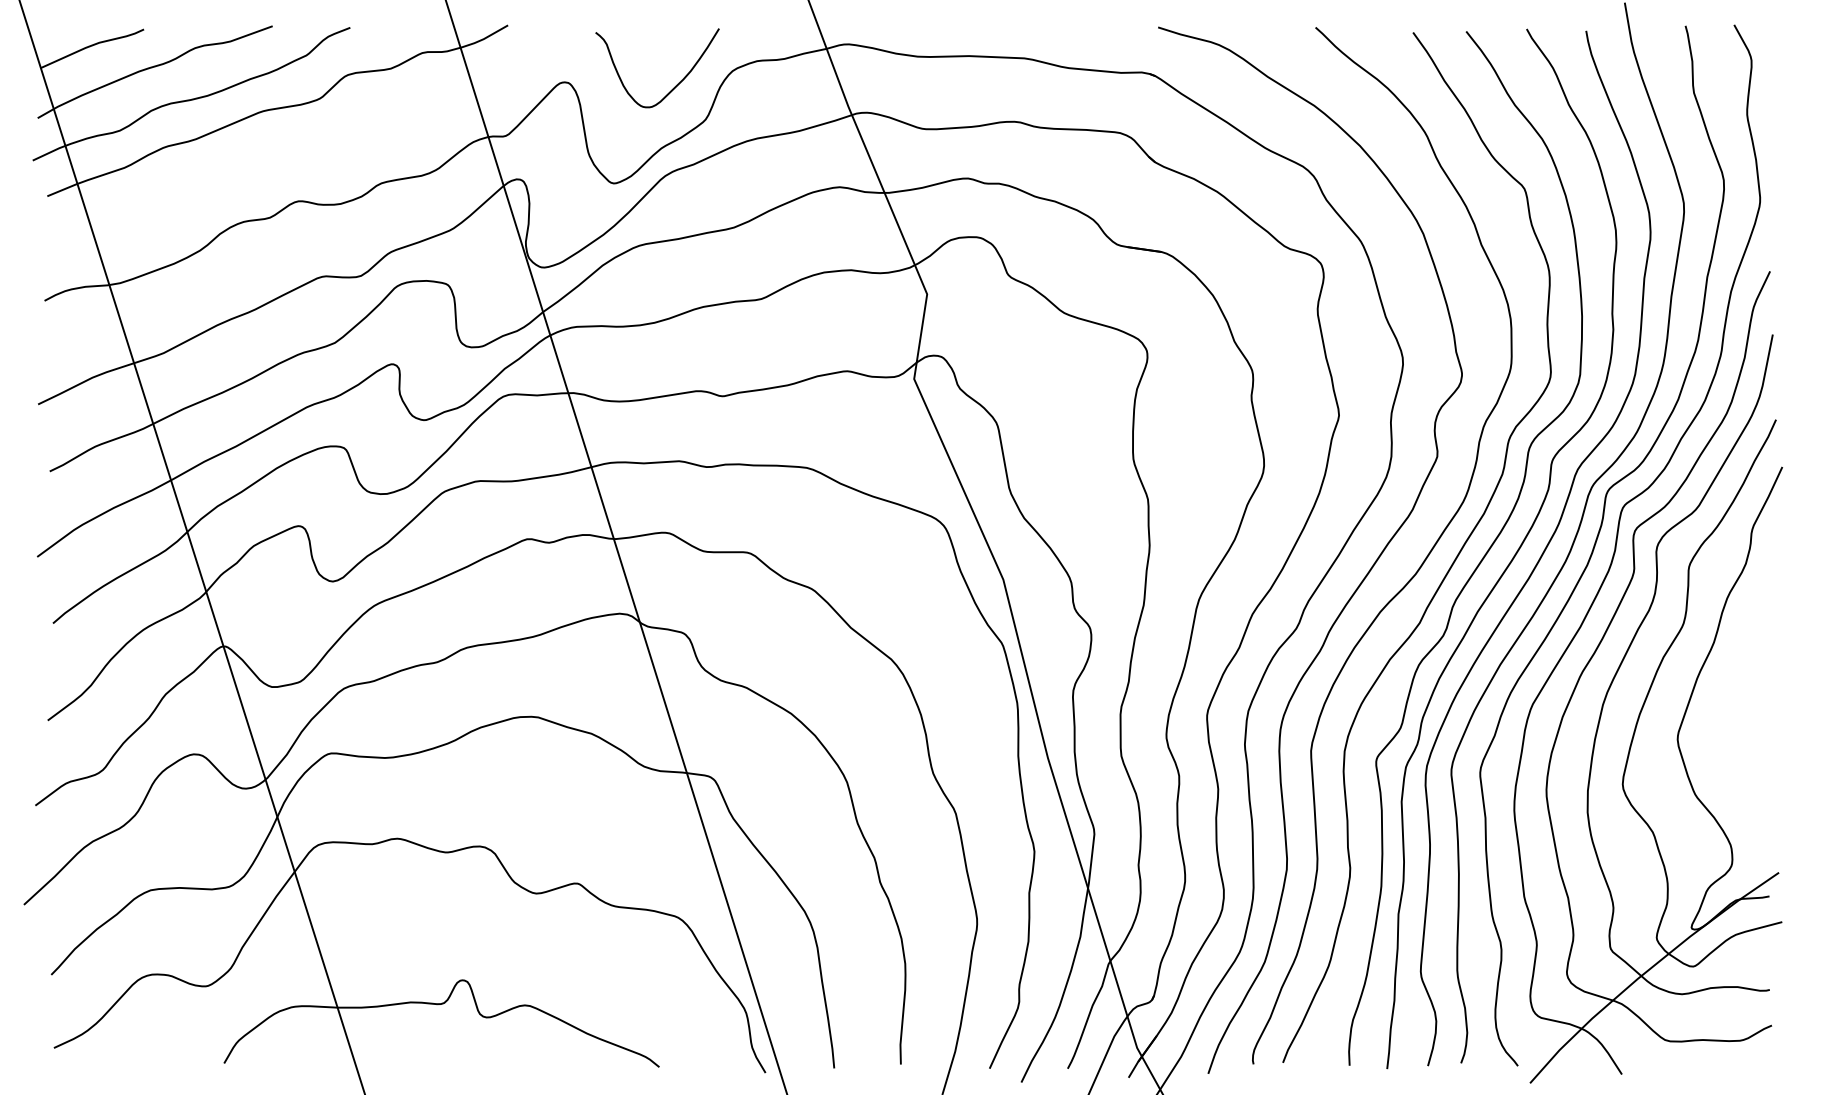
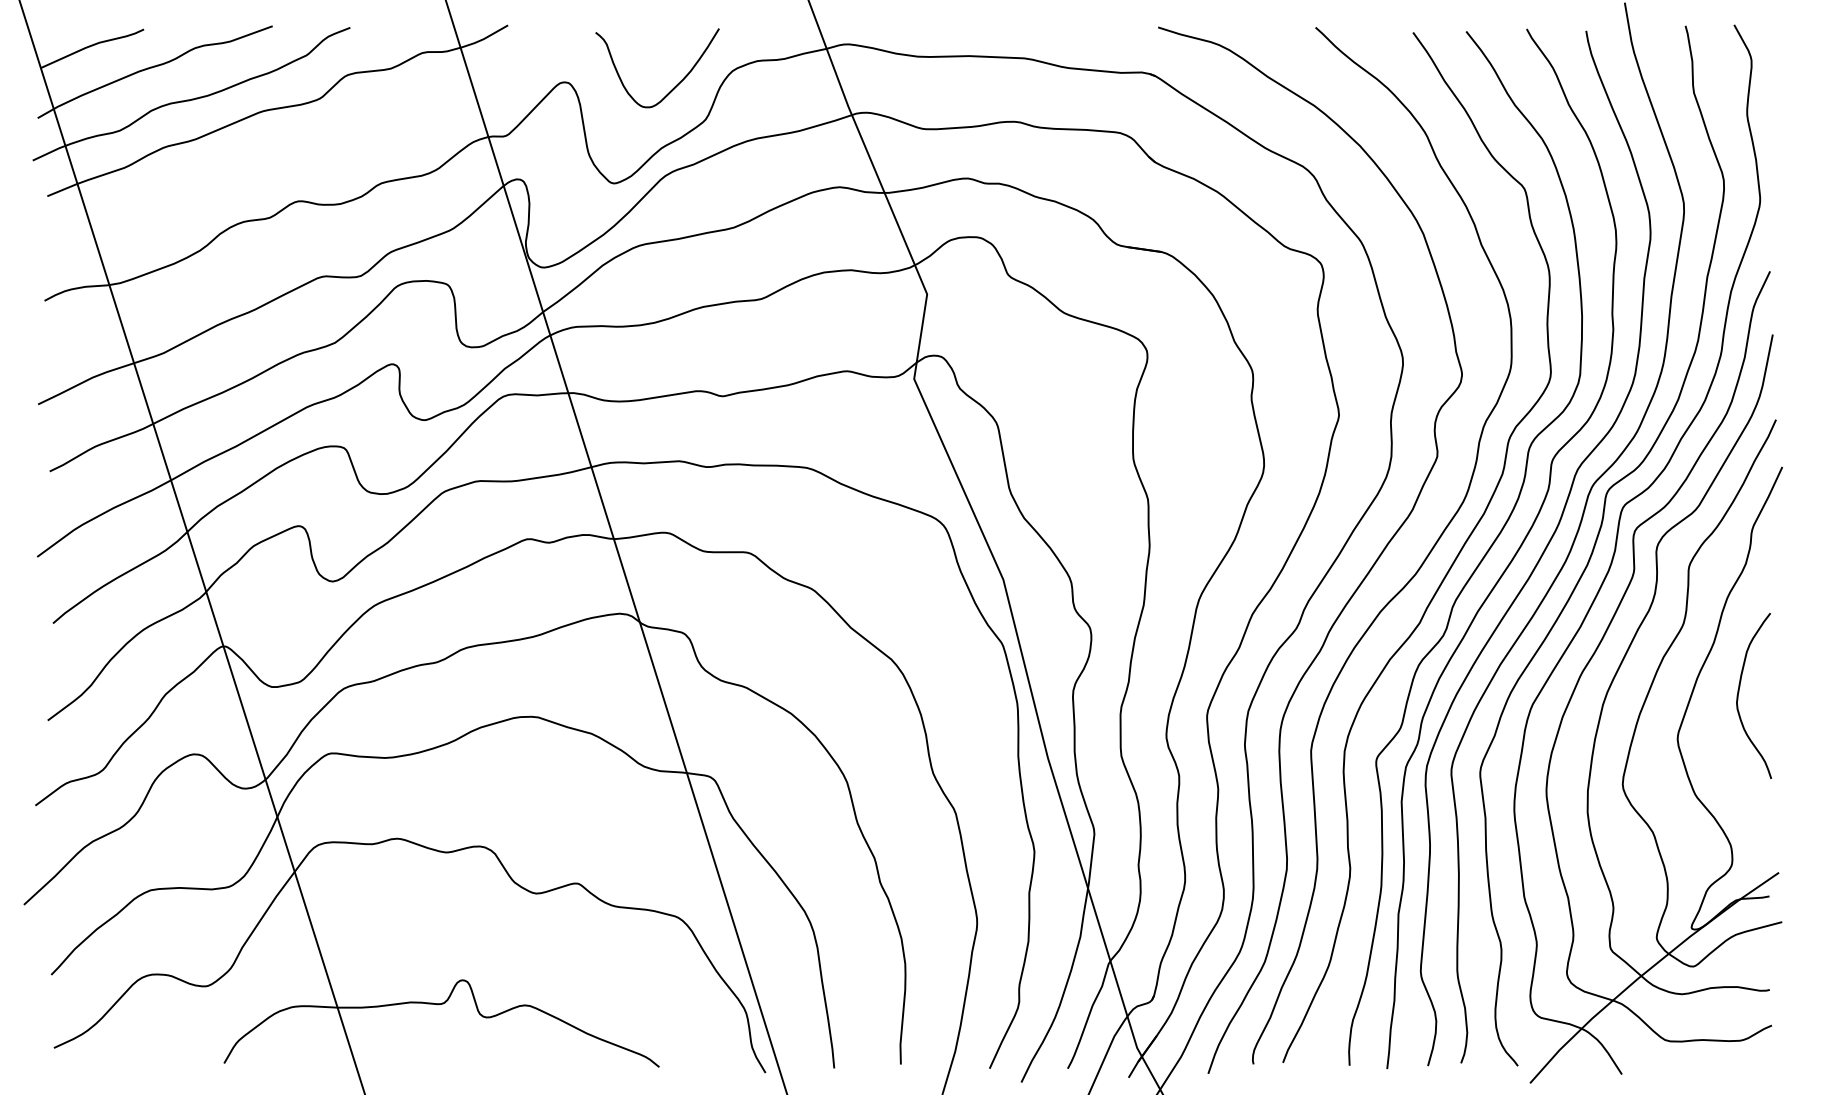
curve at (1739, 692): none -> present
